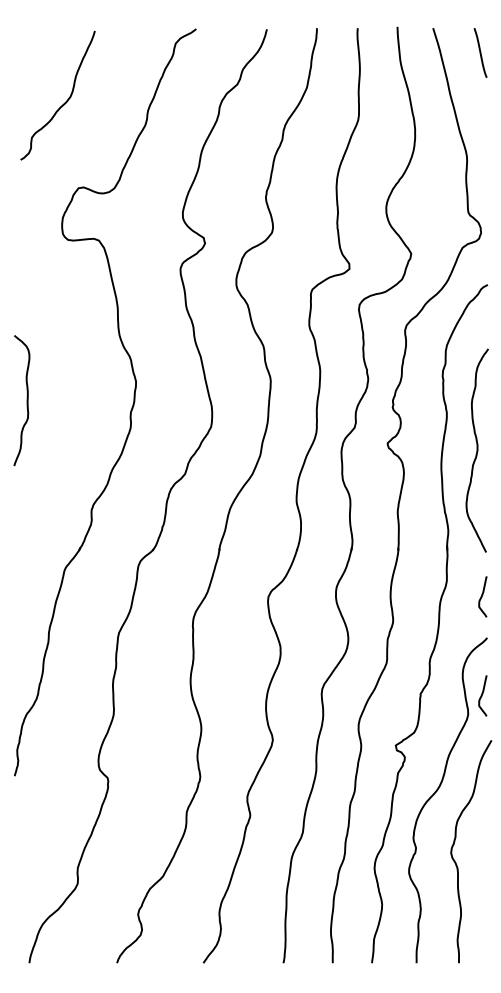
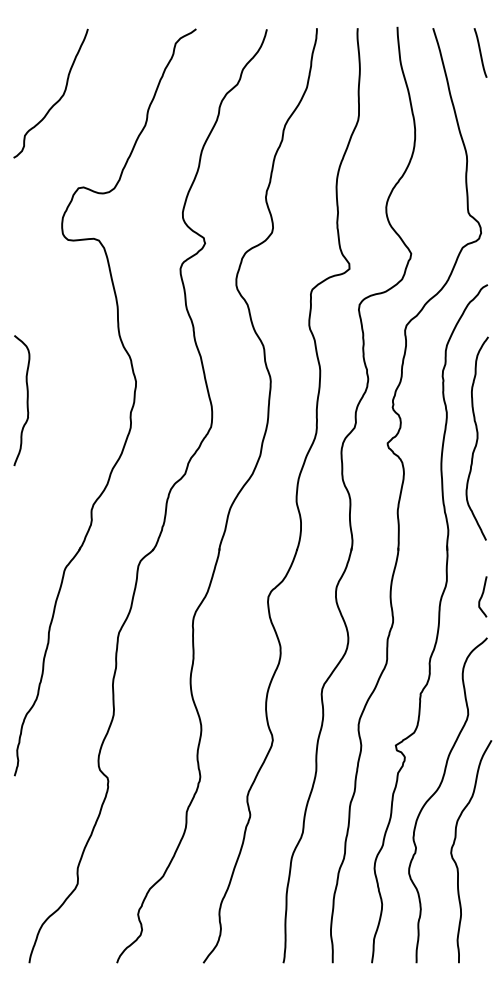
curve at (64, 102) position: (64, 102) -> (57, 100)
curve at (476, 450) position: (476, 450) -> (476, 438)
curve at (482, 695): present -> none
